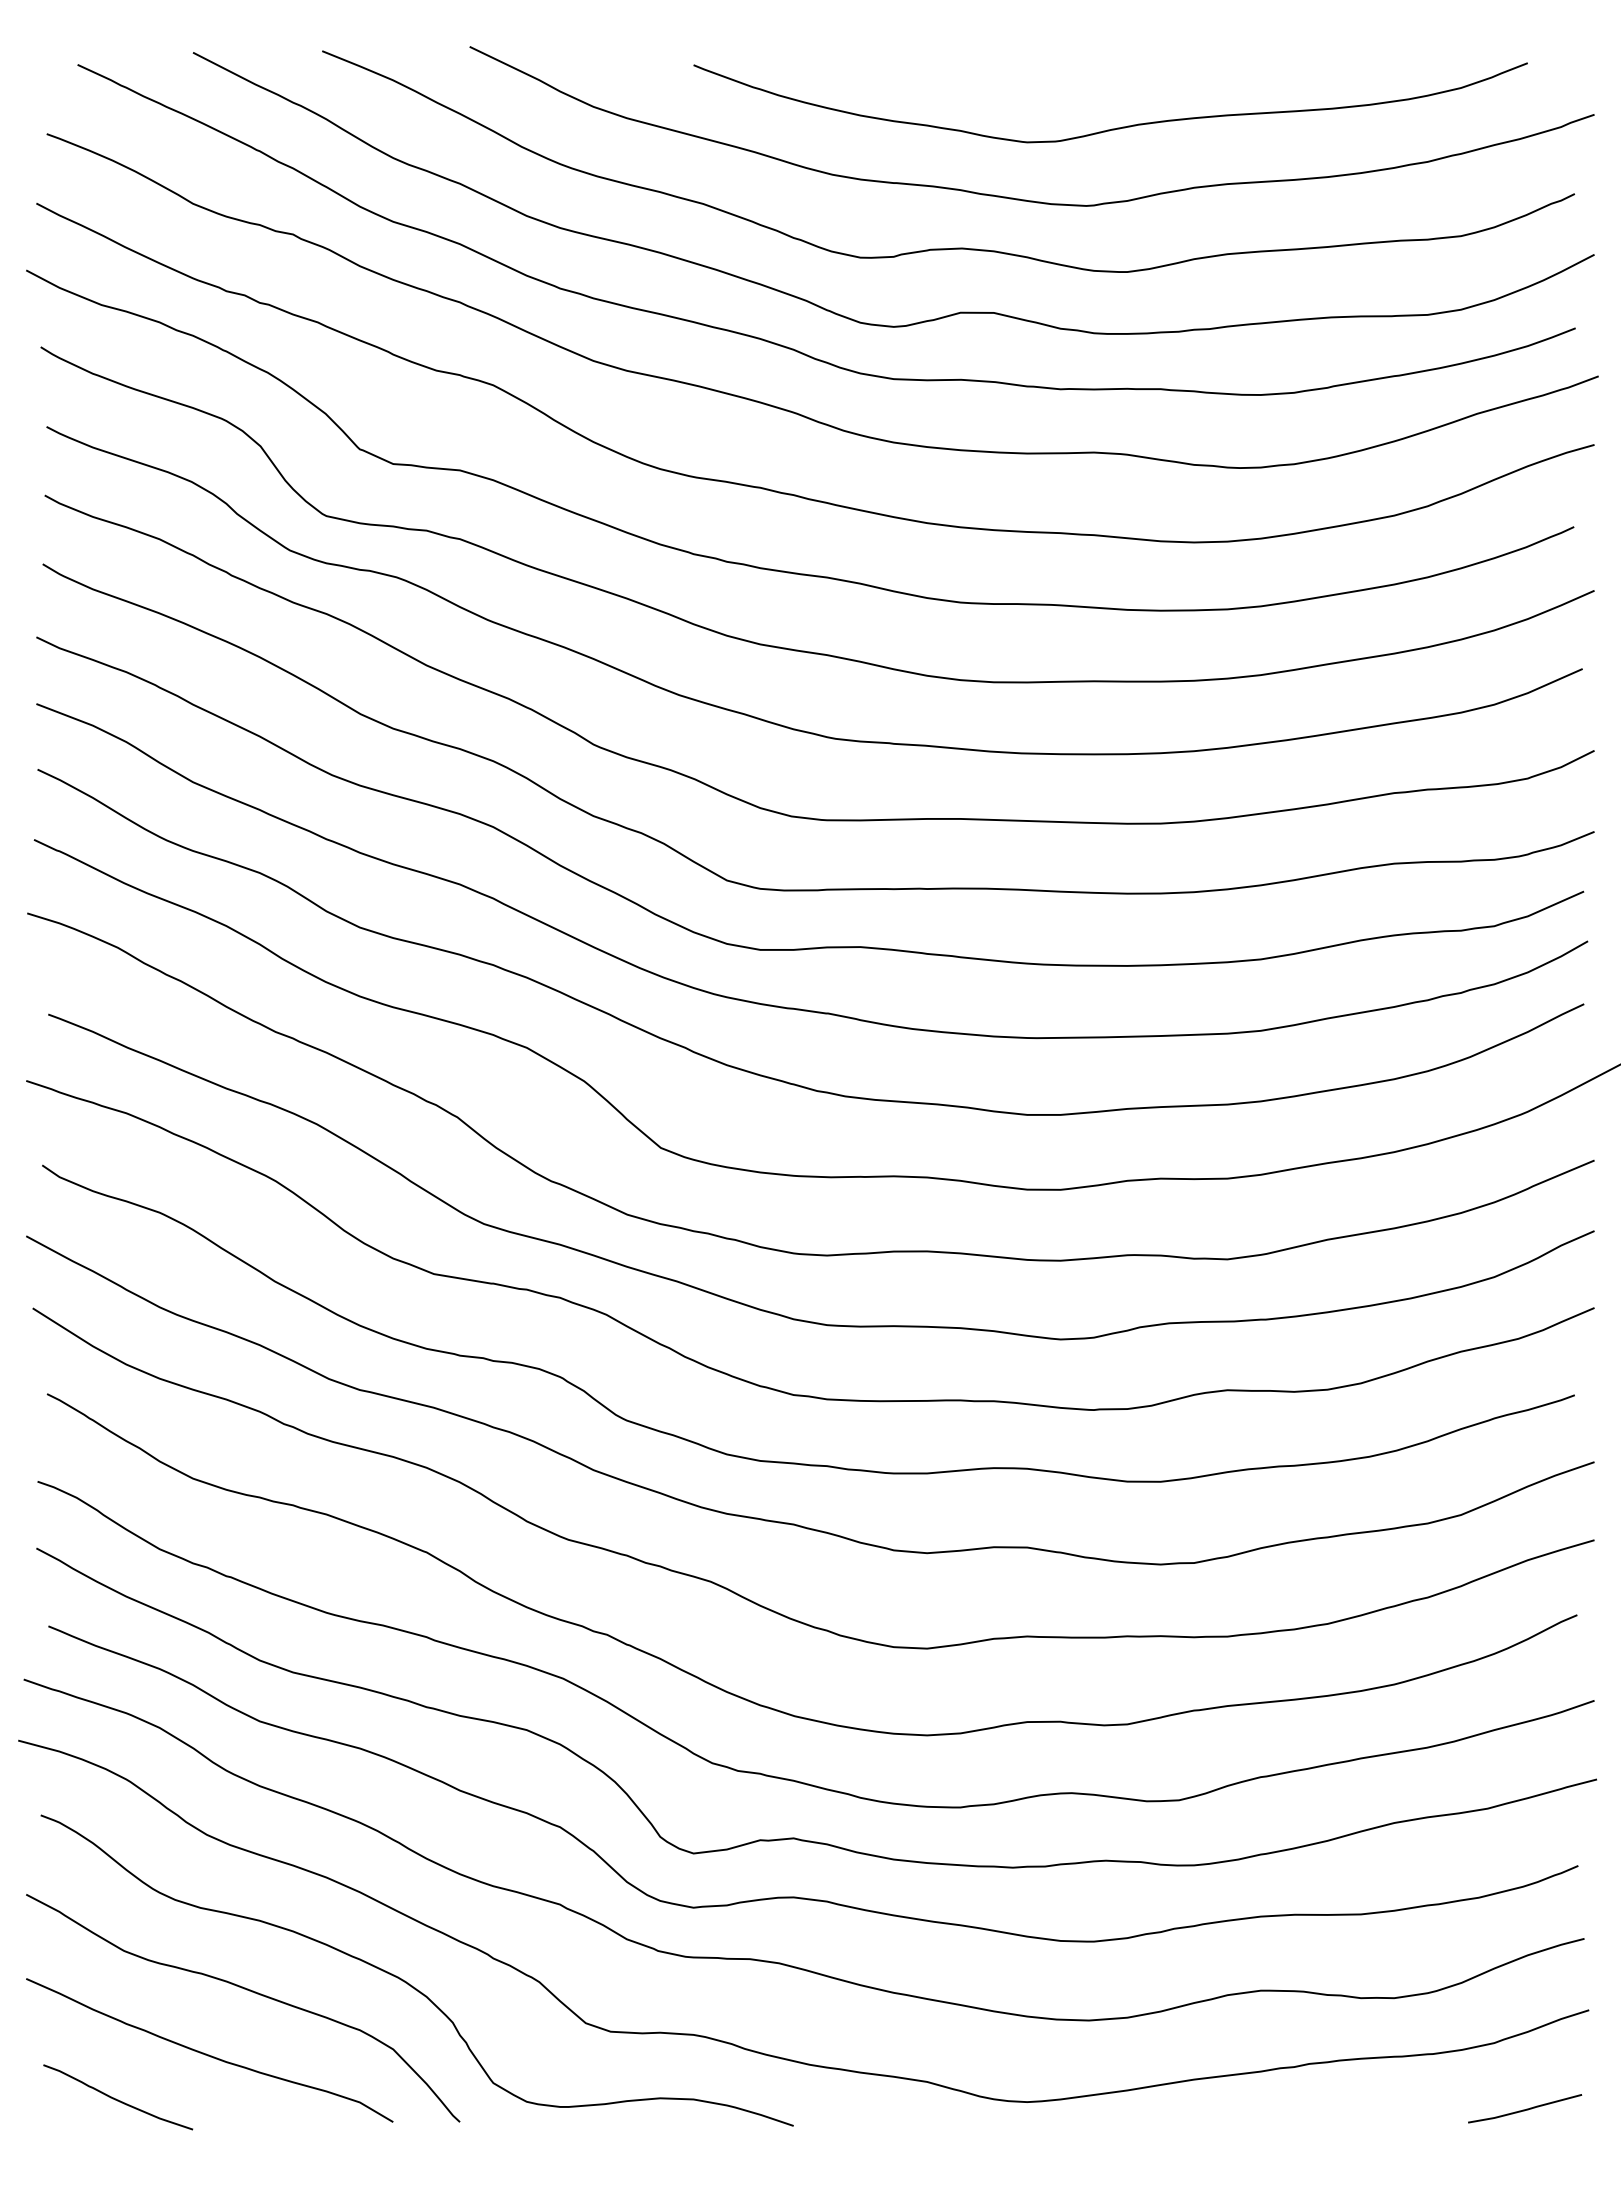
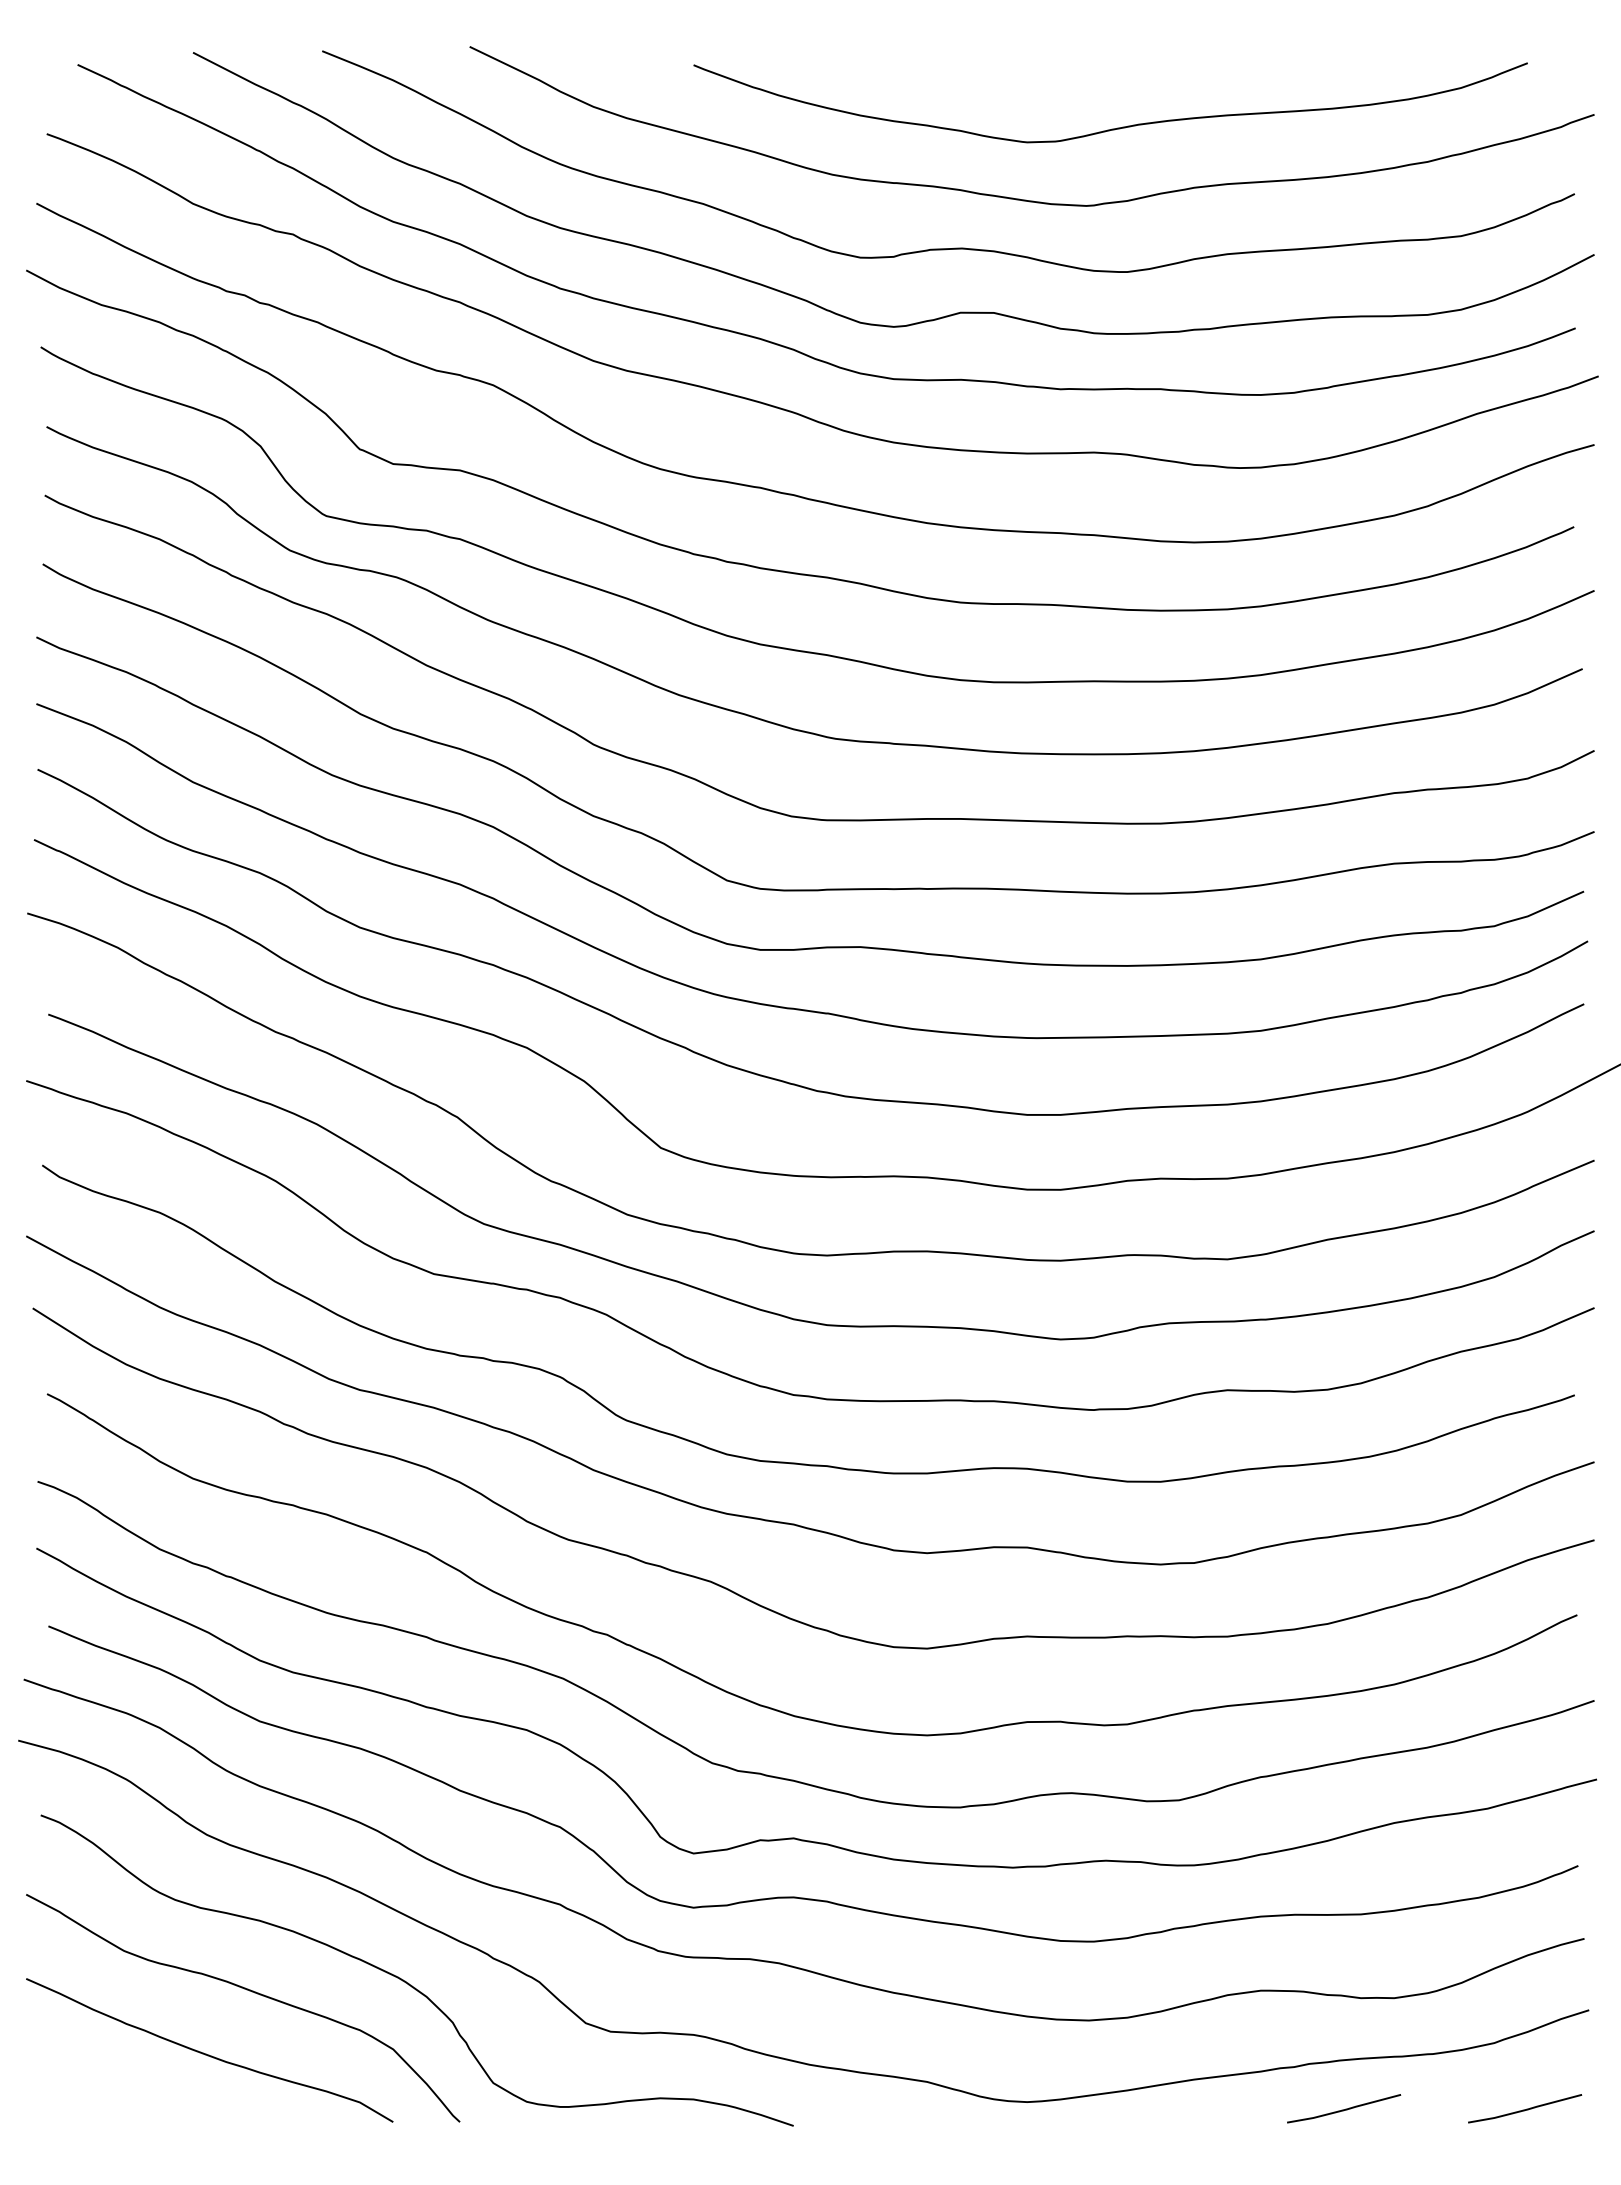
curve at (118, 2099): present -> none
line at (1345, 2108): none -> present
